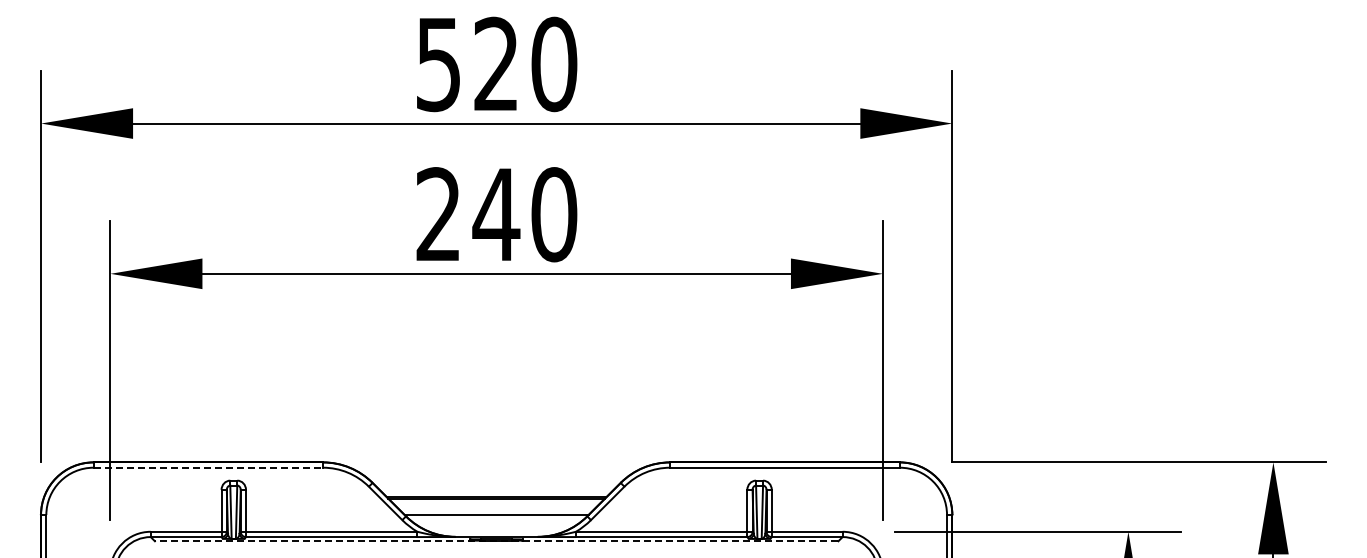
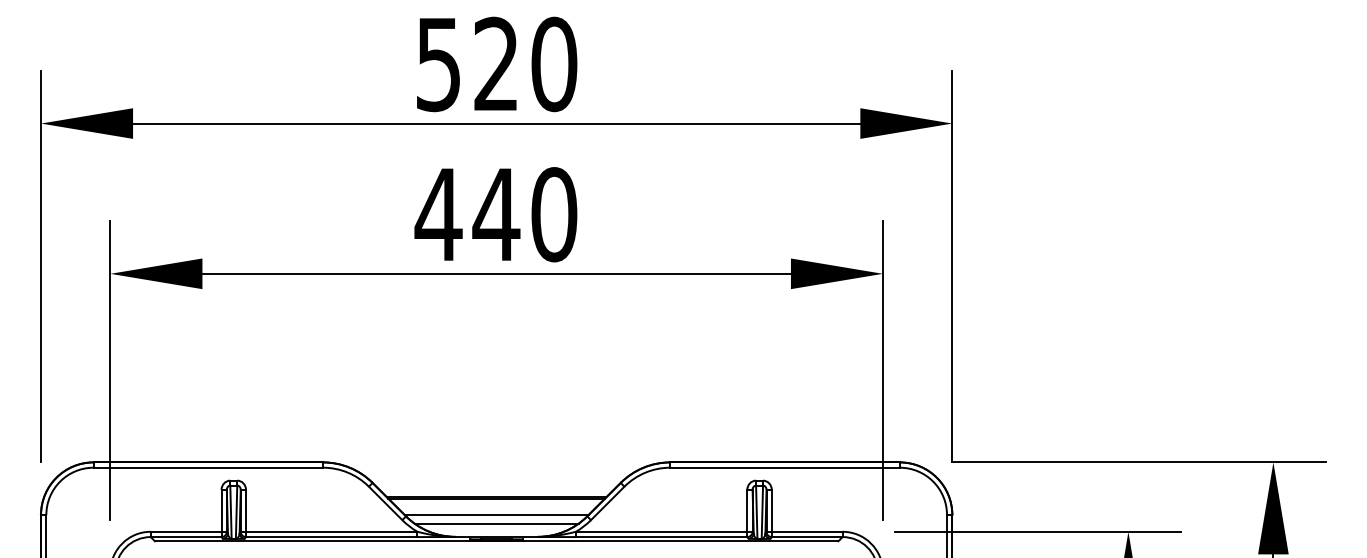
text at (438, 213): 240 -> 440
line at (208, 467): dashed -> solid
line at (496, 523): none -> present
line at (496, 541): dashed -> solid
